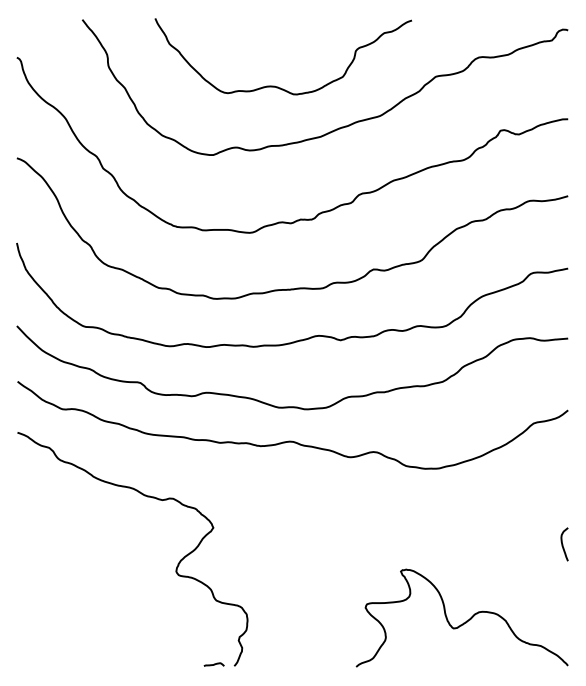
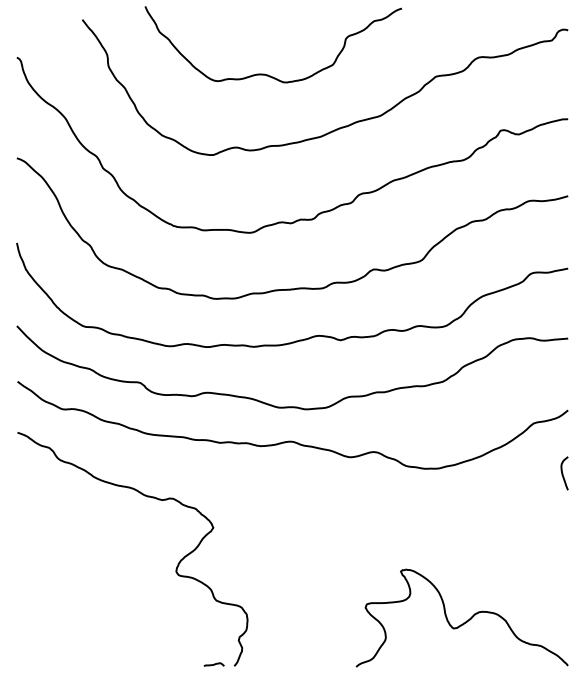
curve at (274, 85) position: (274, 85) -> (264, 73)
curve at (563, 544) position: (563, 544) -> (563, 473)
